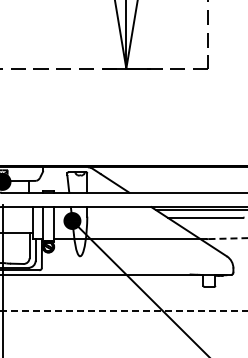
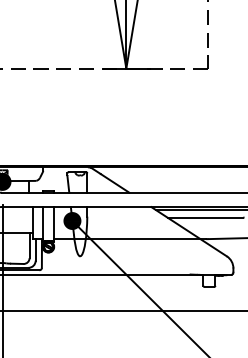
line at (228, 238): dashed -> solid
line at (123, 311): dashed -> solid
